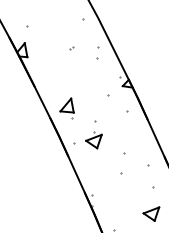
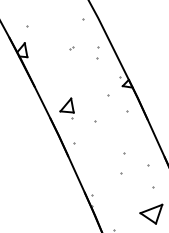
part at (93, 140): present -> none
part at (151, 213) size: 19x16 px -> 25x22 px
